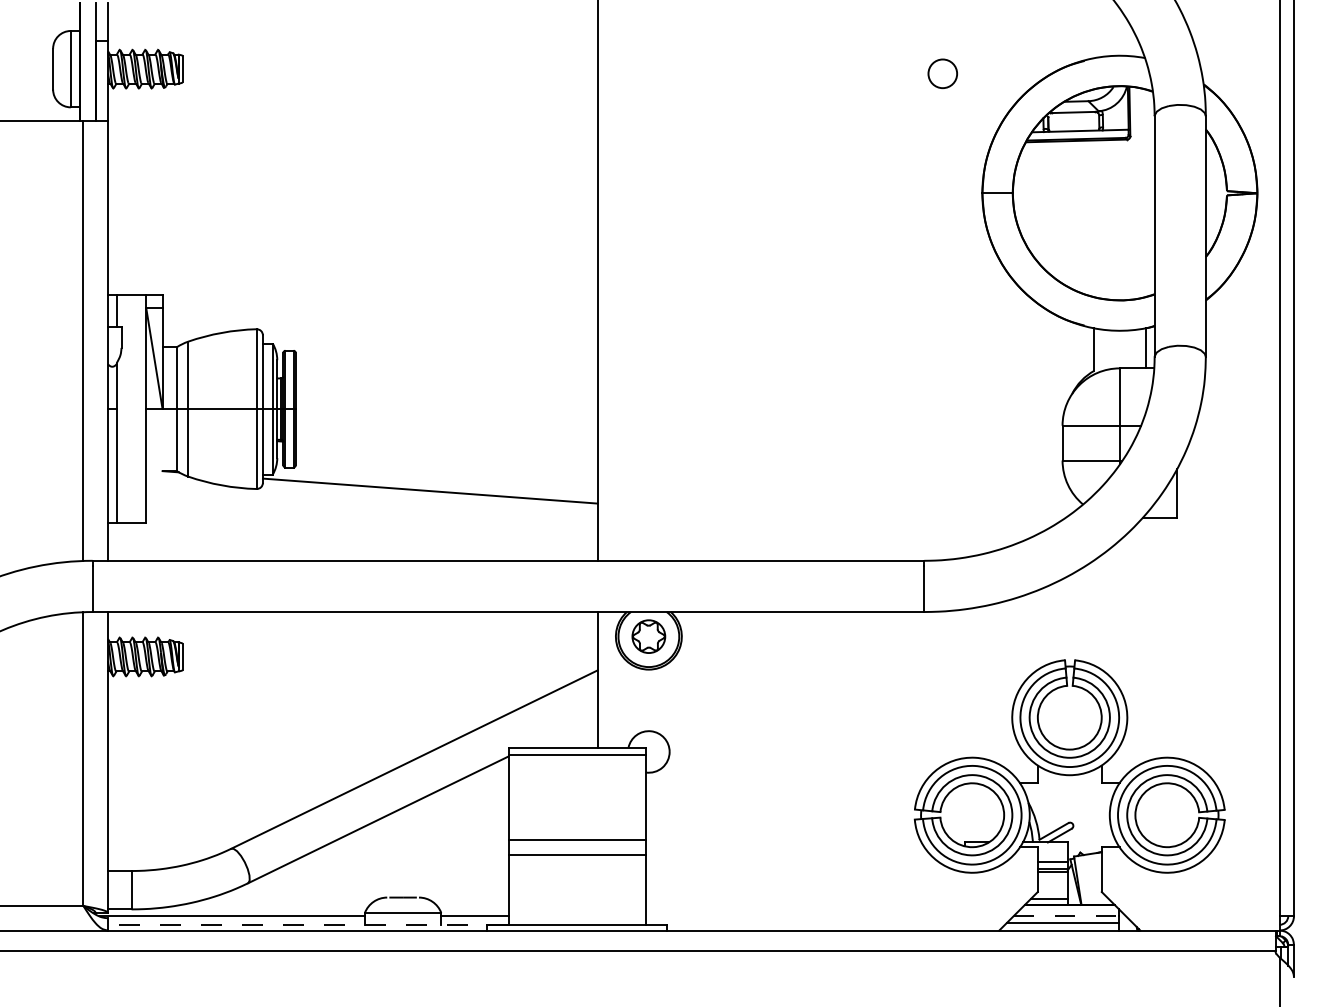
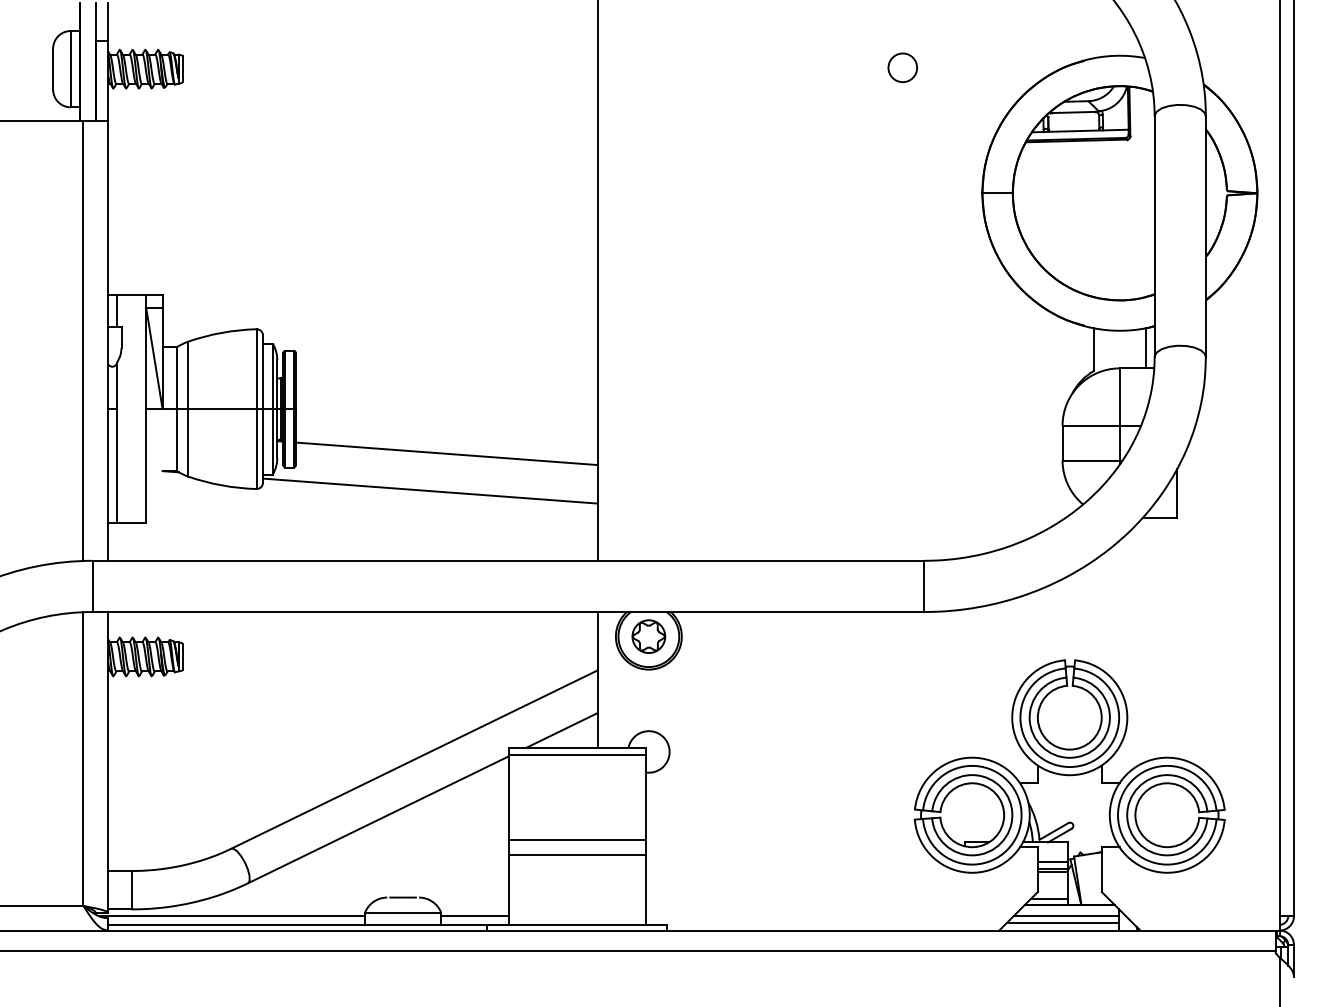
circle at (942, 73) position: (942, 73) -> (902, 67)
line at (446, 453): none -> present
line at (561, 730): none -> present
line at (1066, 916): dashed -> solid
line at (307, 924): dashed -> solid
